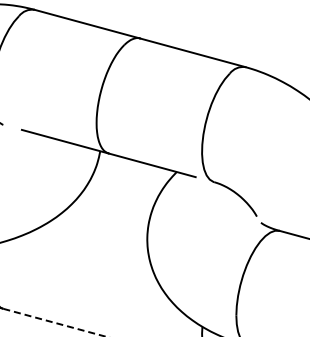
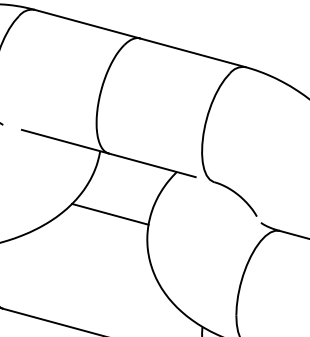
line at (110, 213): none -> present
line at (55, 322): dashed -> solid
